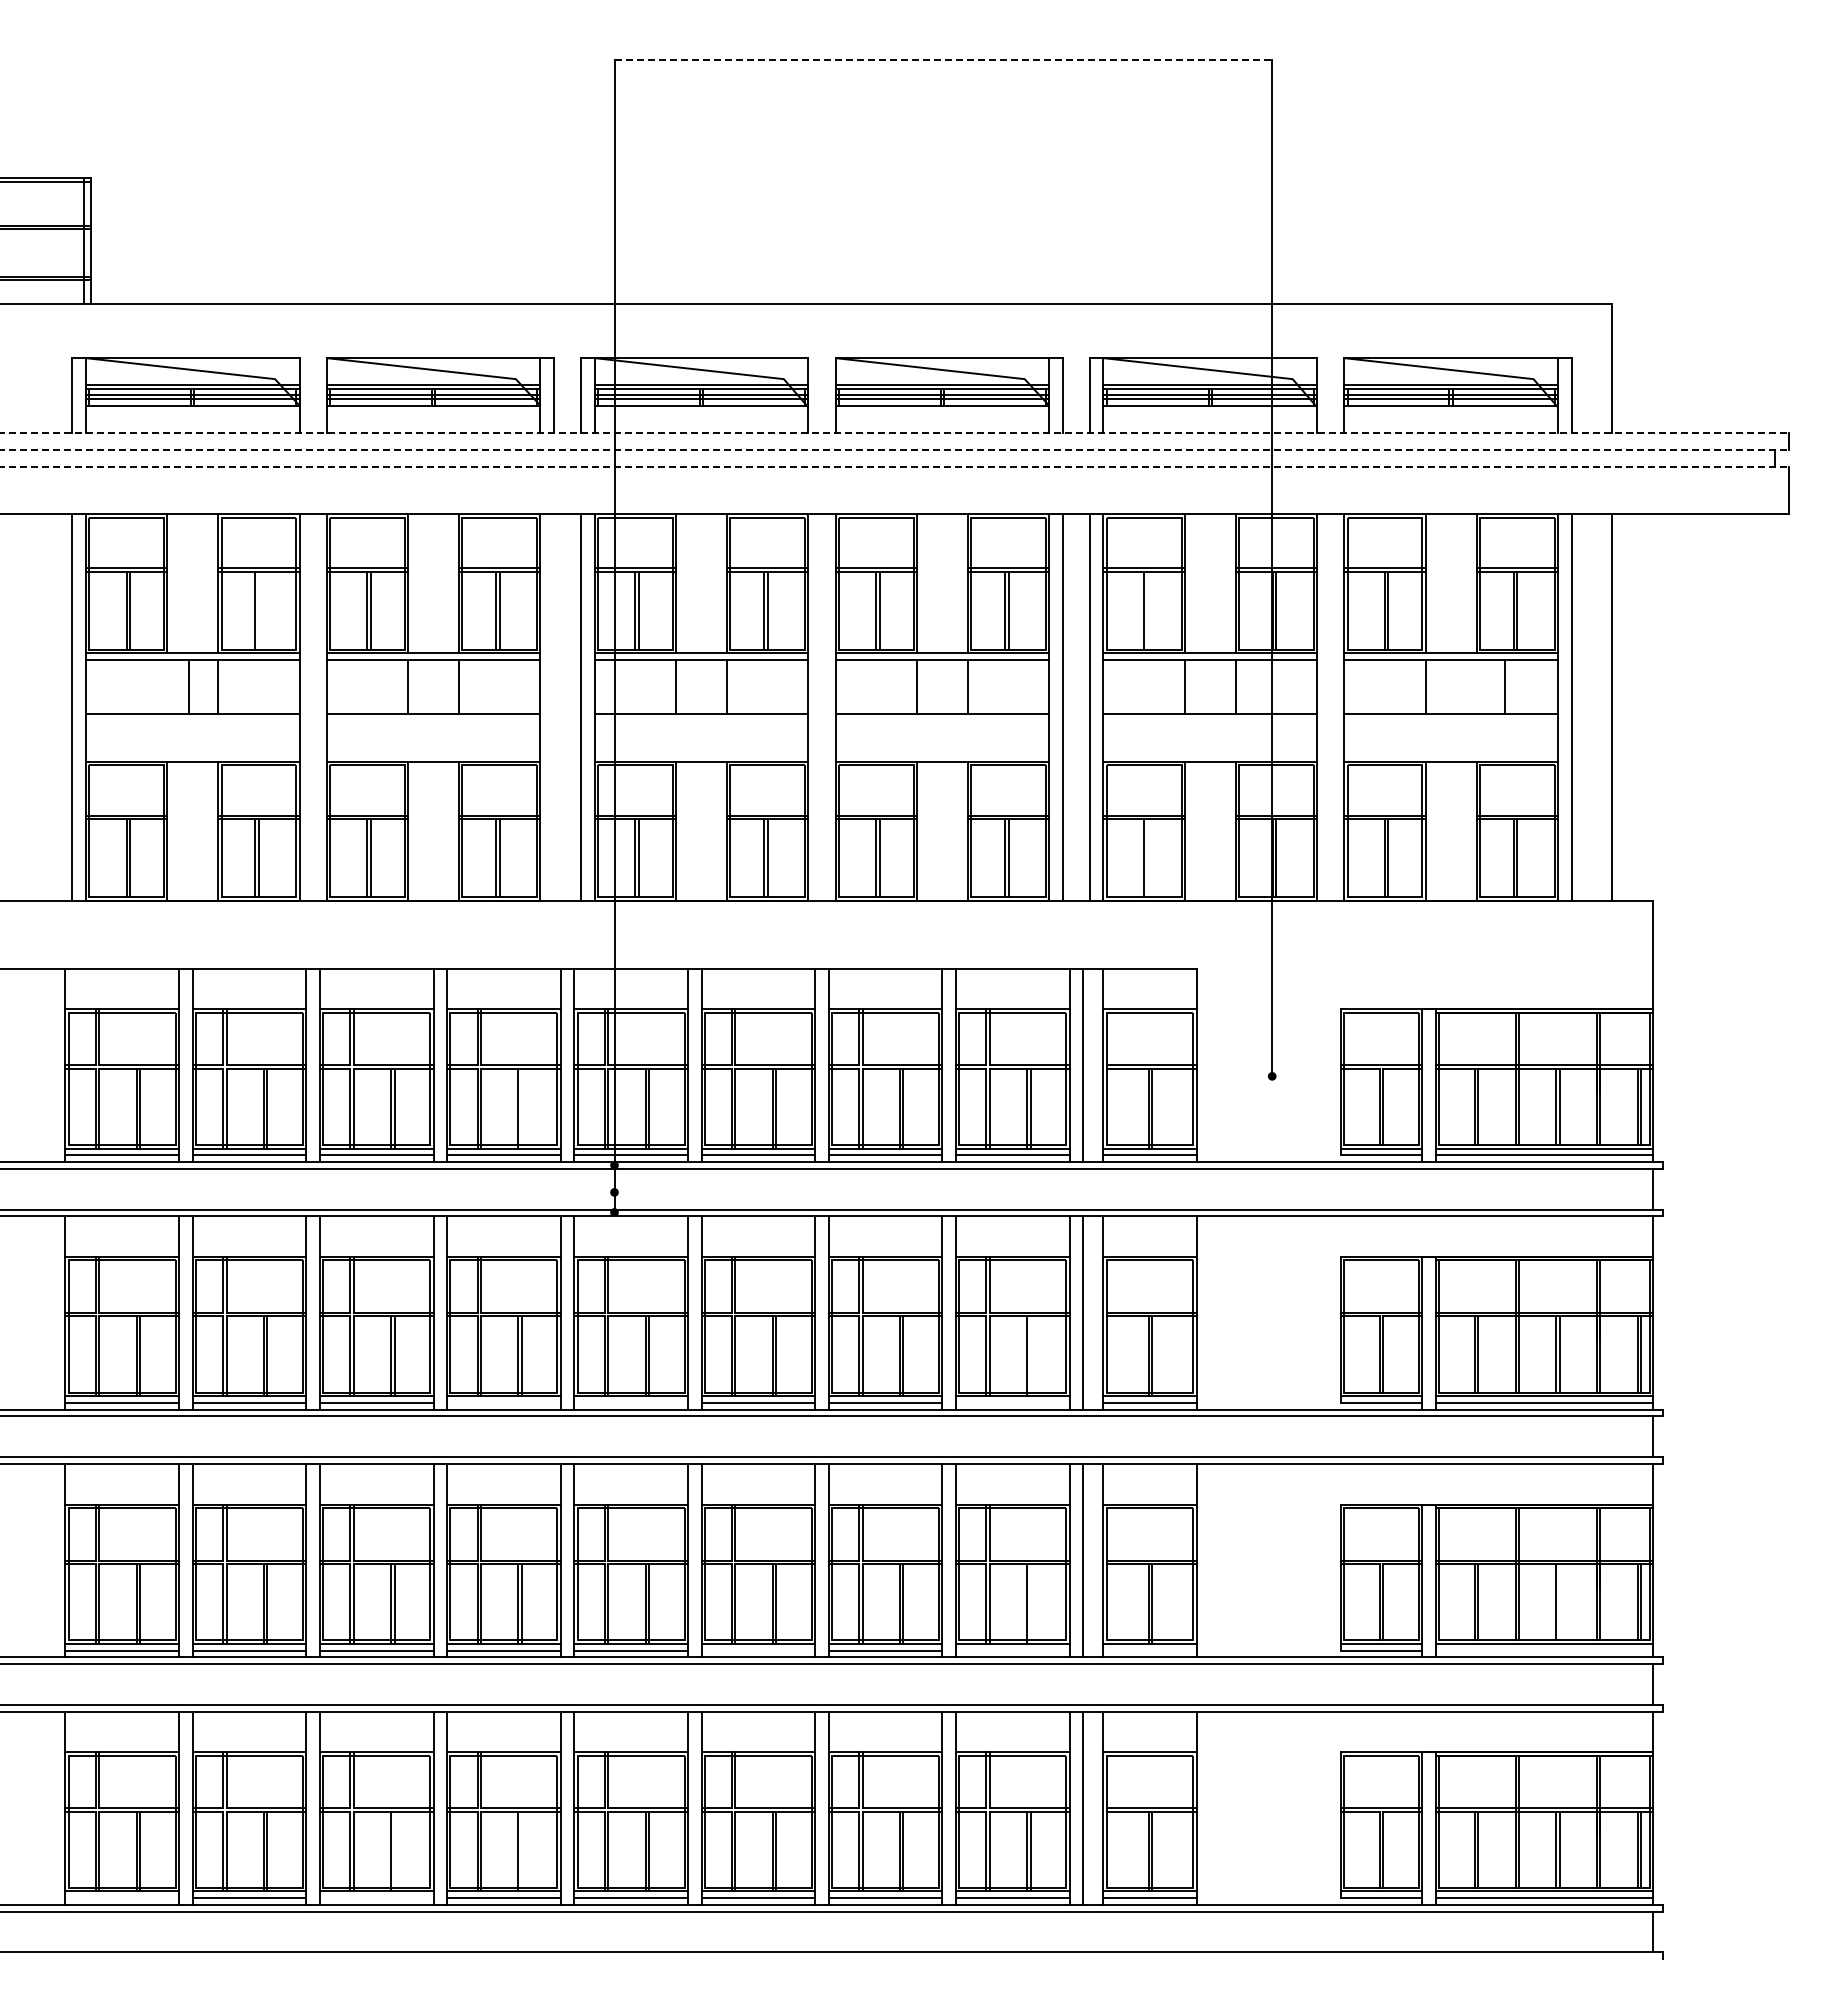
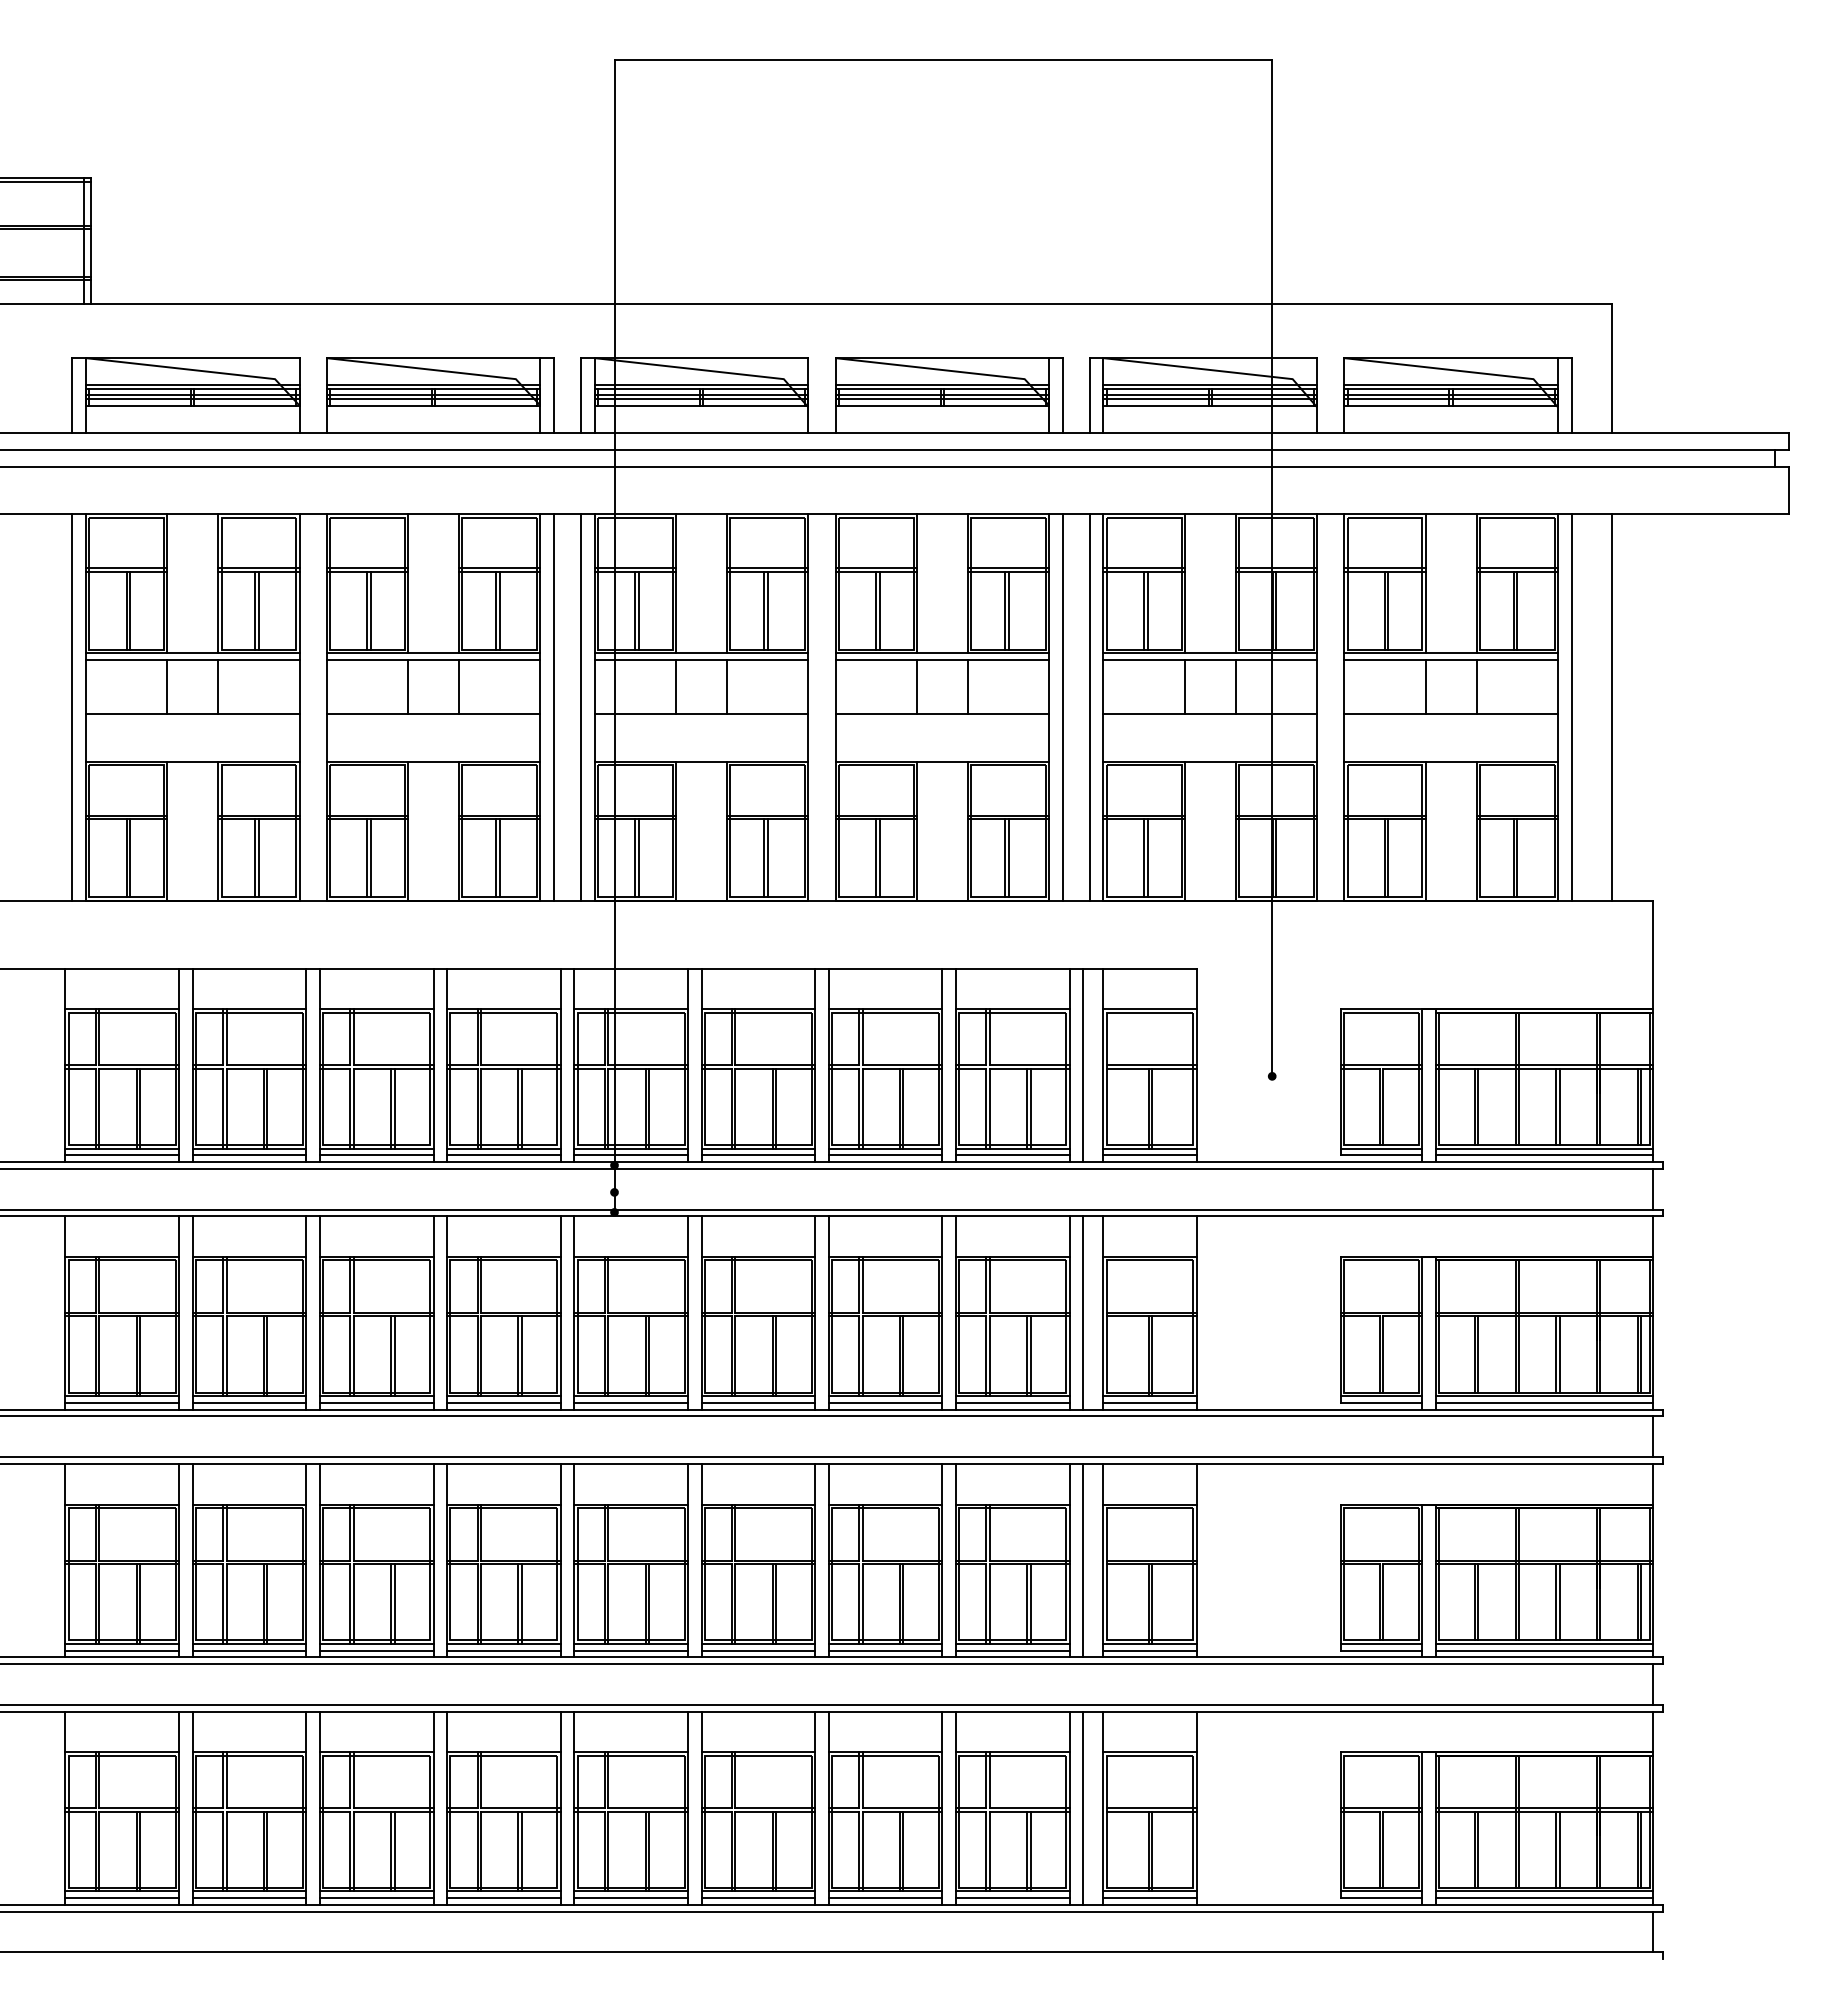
line at (943, 60): dashed -> solid
line at (894, 432): dashed -> solid
line at (894, 449): dashed -> solid
line at (894, 466): dashed -> solid
line at (258, 610): none -> present
line at (1147, 610): none -> present
line at (189, 687) position: (189, 687) -> (167, 687)
line at (1504, 687) position: (1504, 687) -> (1476, 687)
line at (553, 707): none -> present
line at (1147, 858): none -> present
line at (521, 1108): none -> present
line at (1030, 1356): none -> present
line at (503, 1402): none -> present
line at (630, 1402): none -> present
line at (1012, 1402): none -> present
line at (1559, 1602): none -> present
line at (1030, 1603): none -> present
line at (758, 1650): none -> present
line at (1012, 1650): none -> present
line at (1149, 1650): none -> present
line at (1543, 1650): none -> present
line at (394, 1851): none -> present
line at (521, 1851): none -> present
line at (122, 1898): none -> present
line at (376, 1898): none -> present
